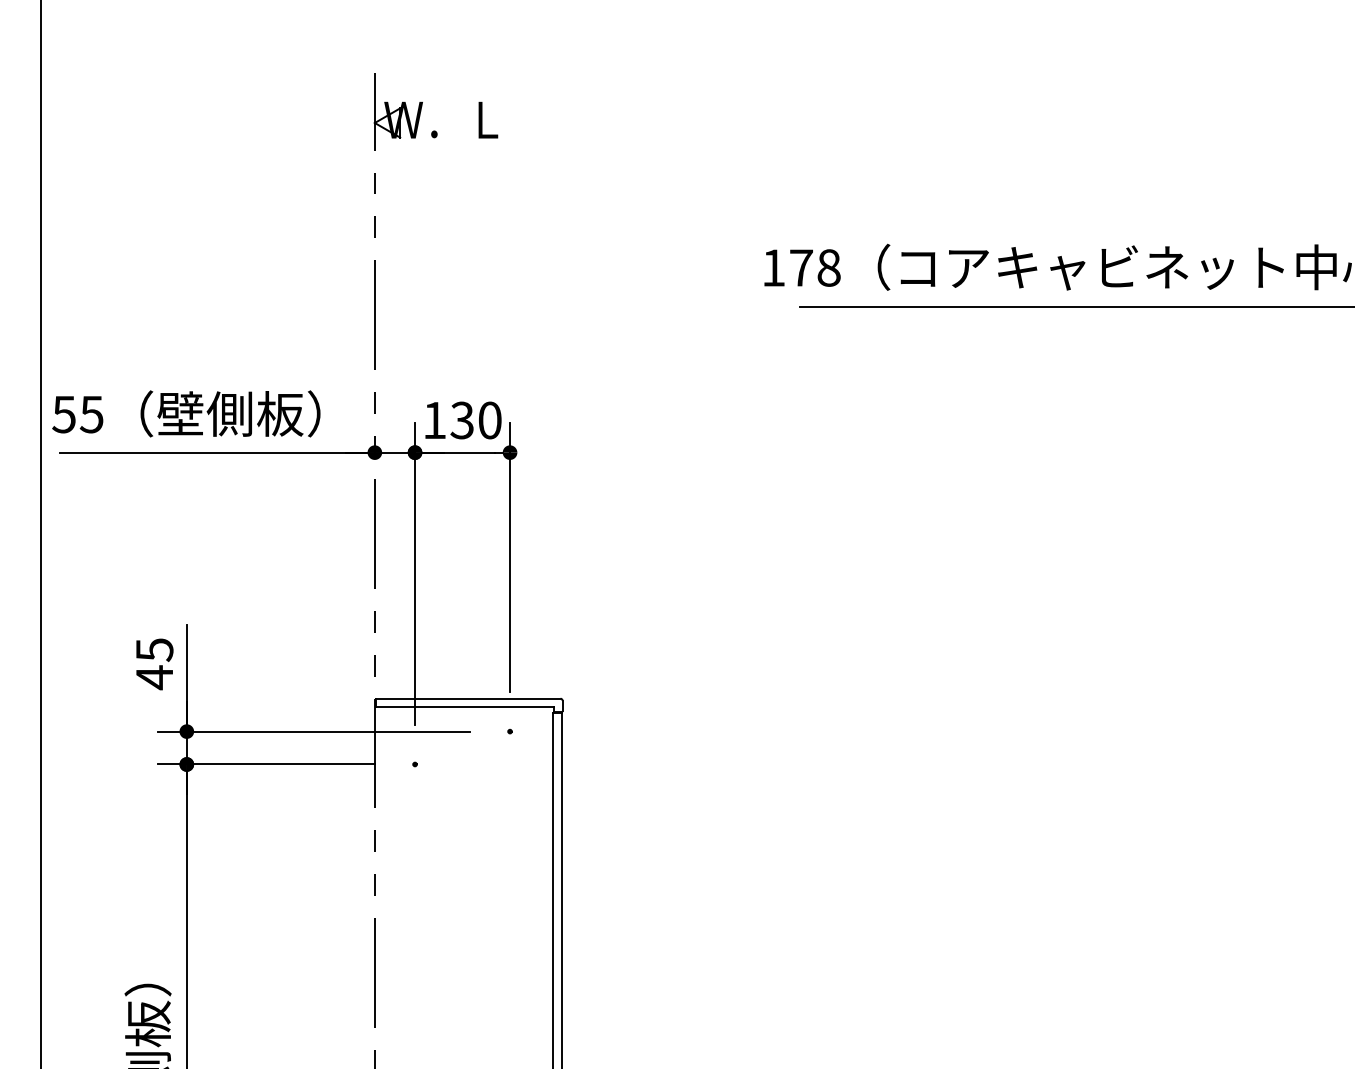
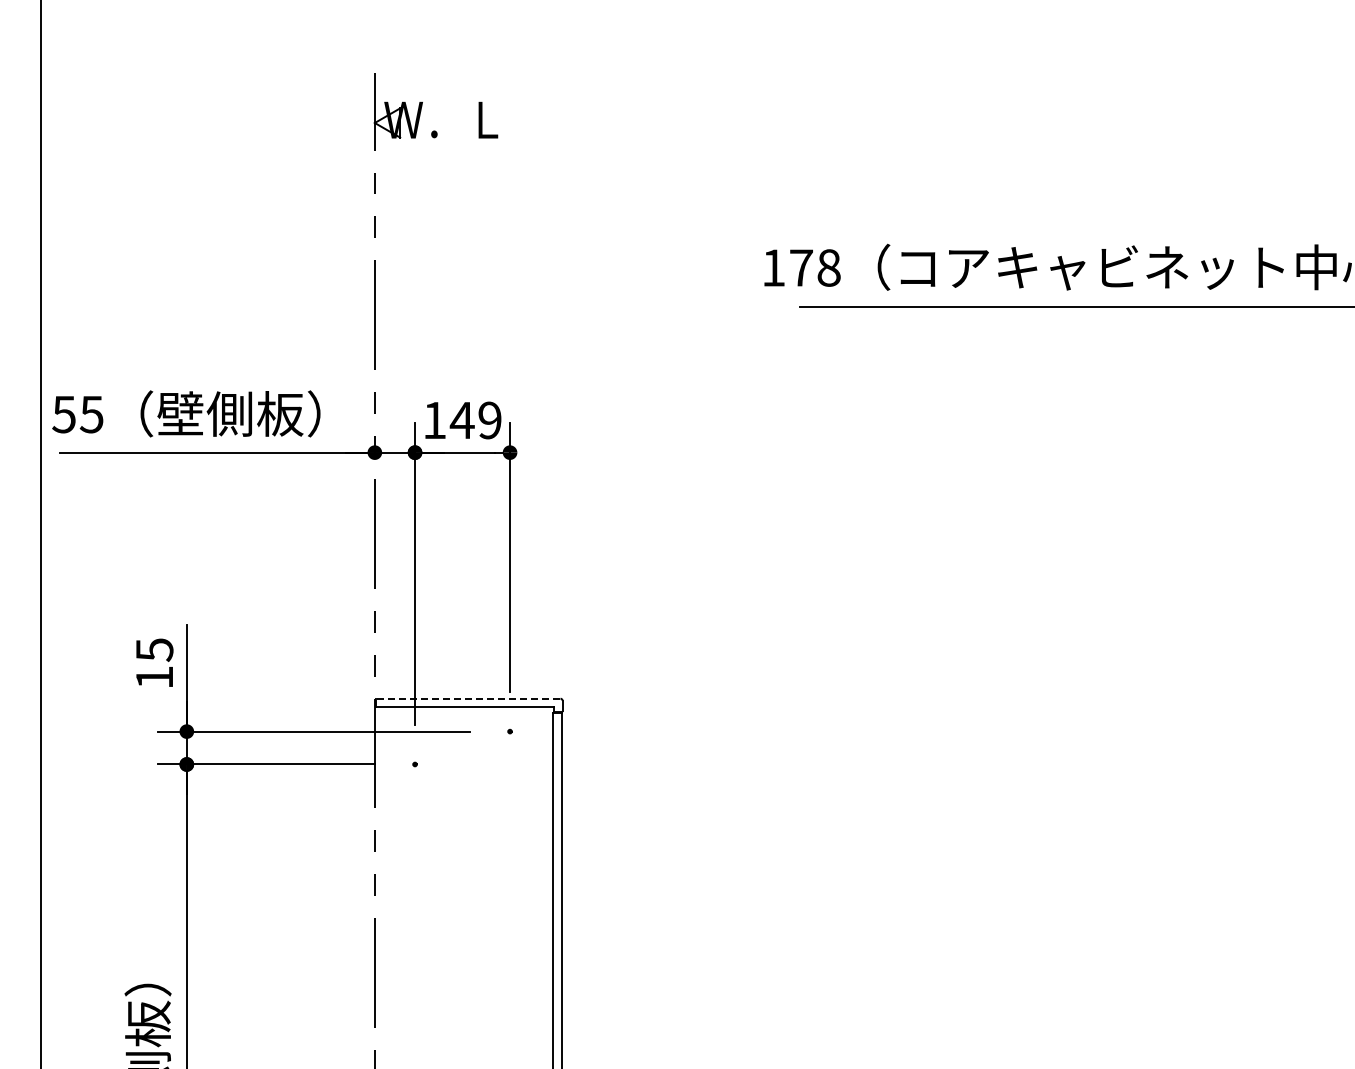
text at (475, 420): 130 -> 149
text at (154, 677): 45 -> 15
line at (467, 698): solid -> dashed
